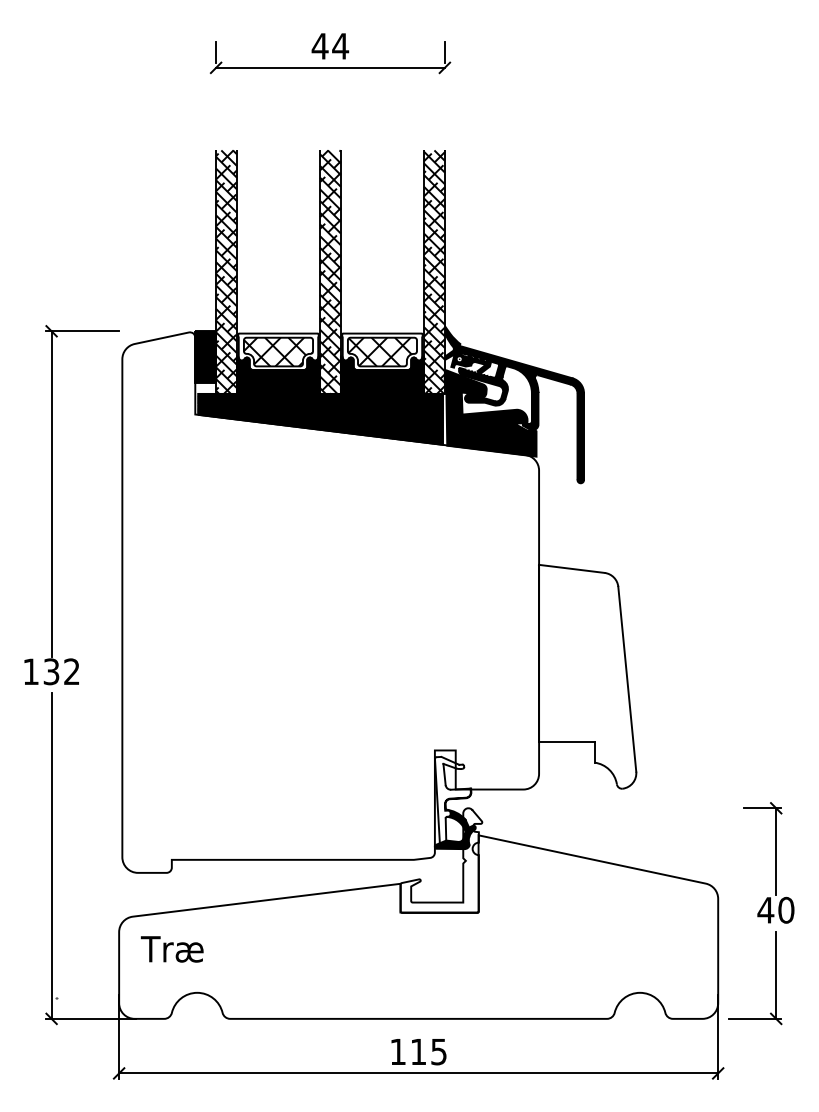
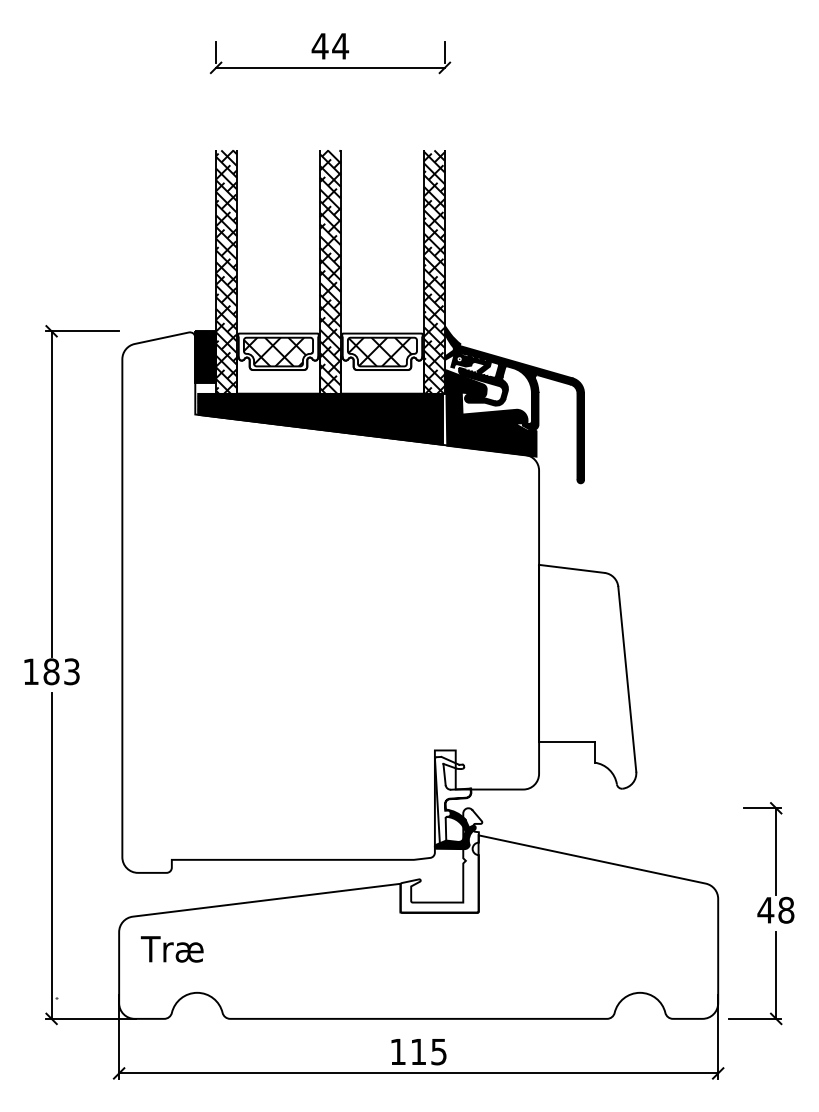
fill at (278, 374): present -> none
fill at (382, 374): present -> none
text at (61, 671): 132 -> 183
text at (786, 910): 40 -> 48
